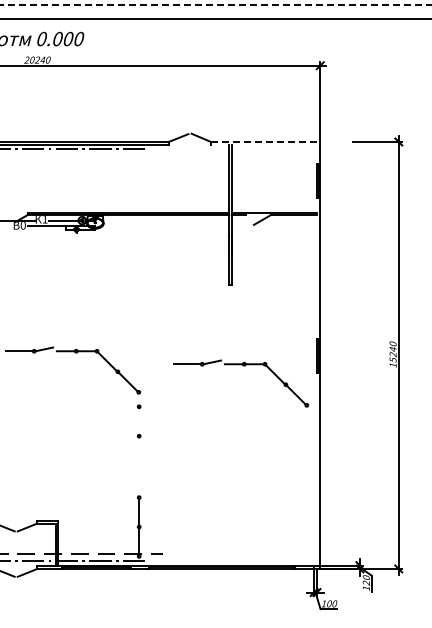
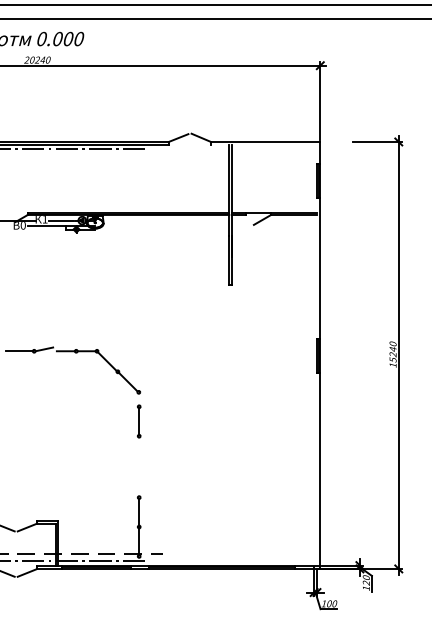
line at (216, 4): dashed -> solid
line at (265, 141): dashed -> solid
part at (243, 366): present -> none
line at (139, 421): none -> present
